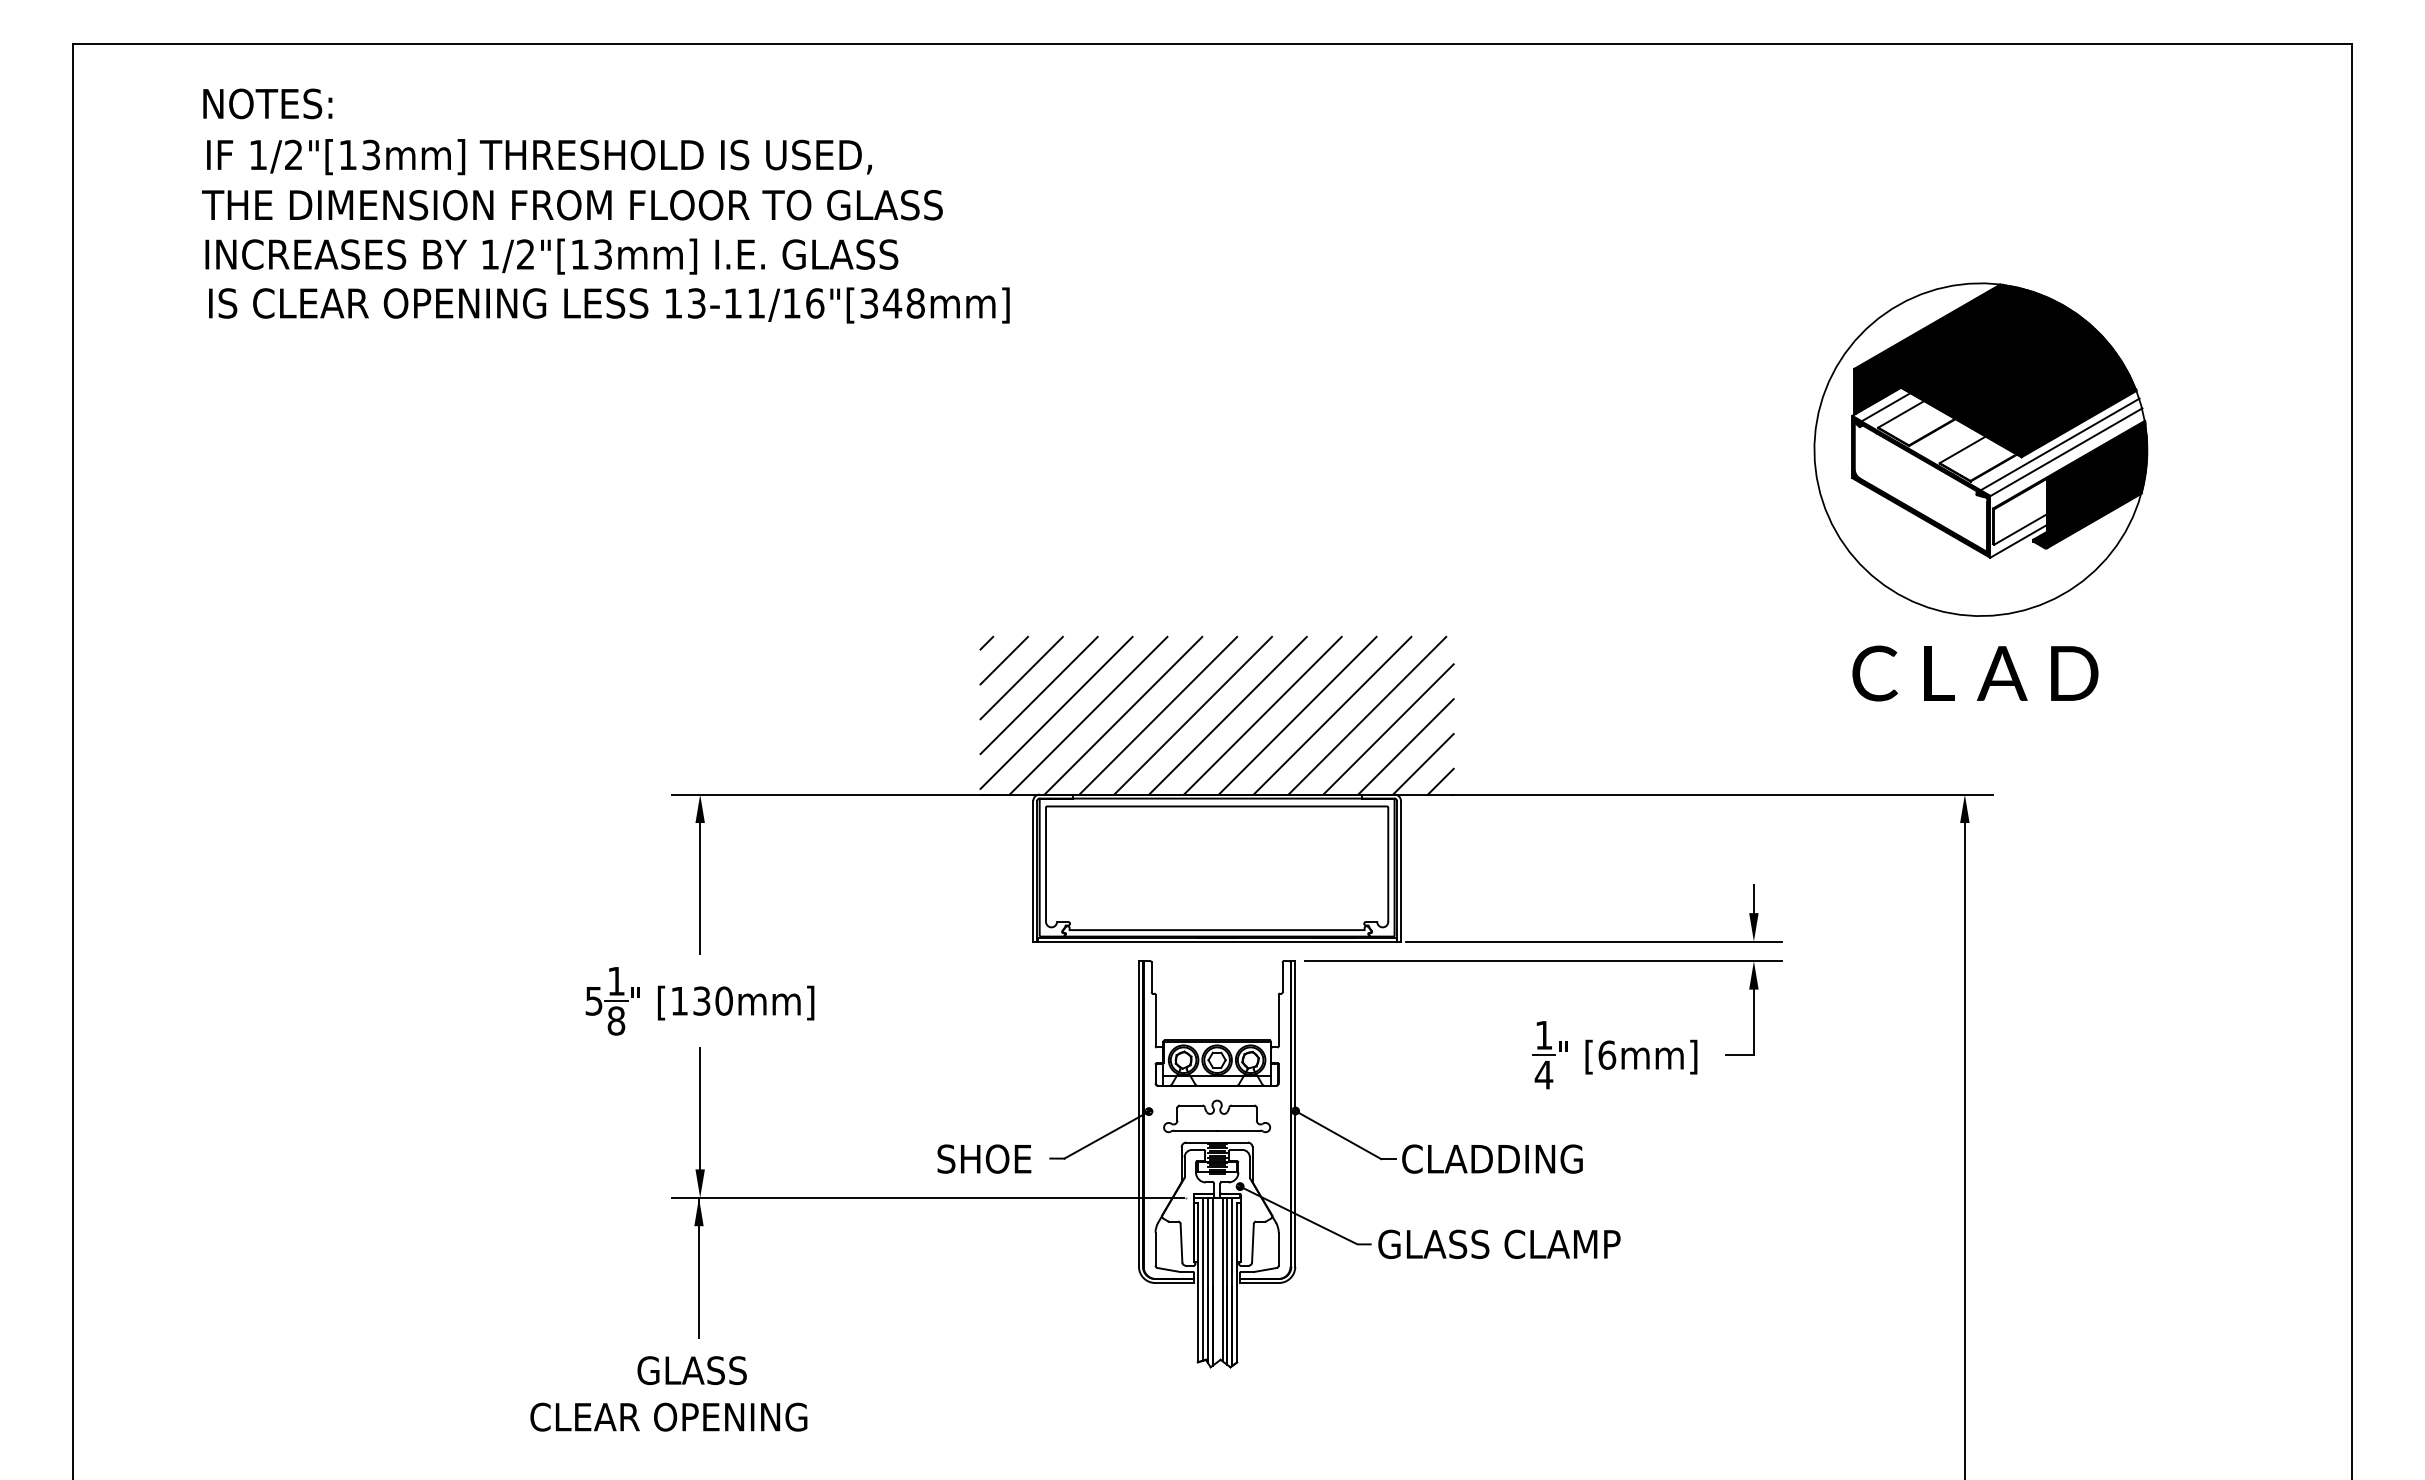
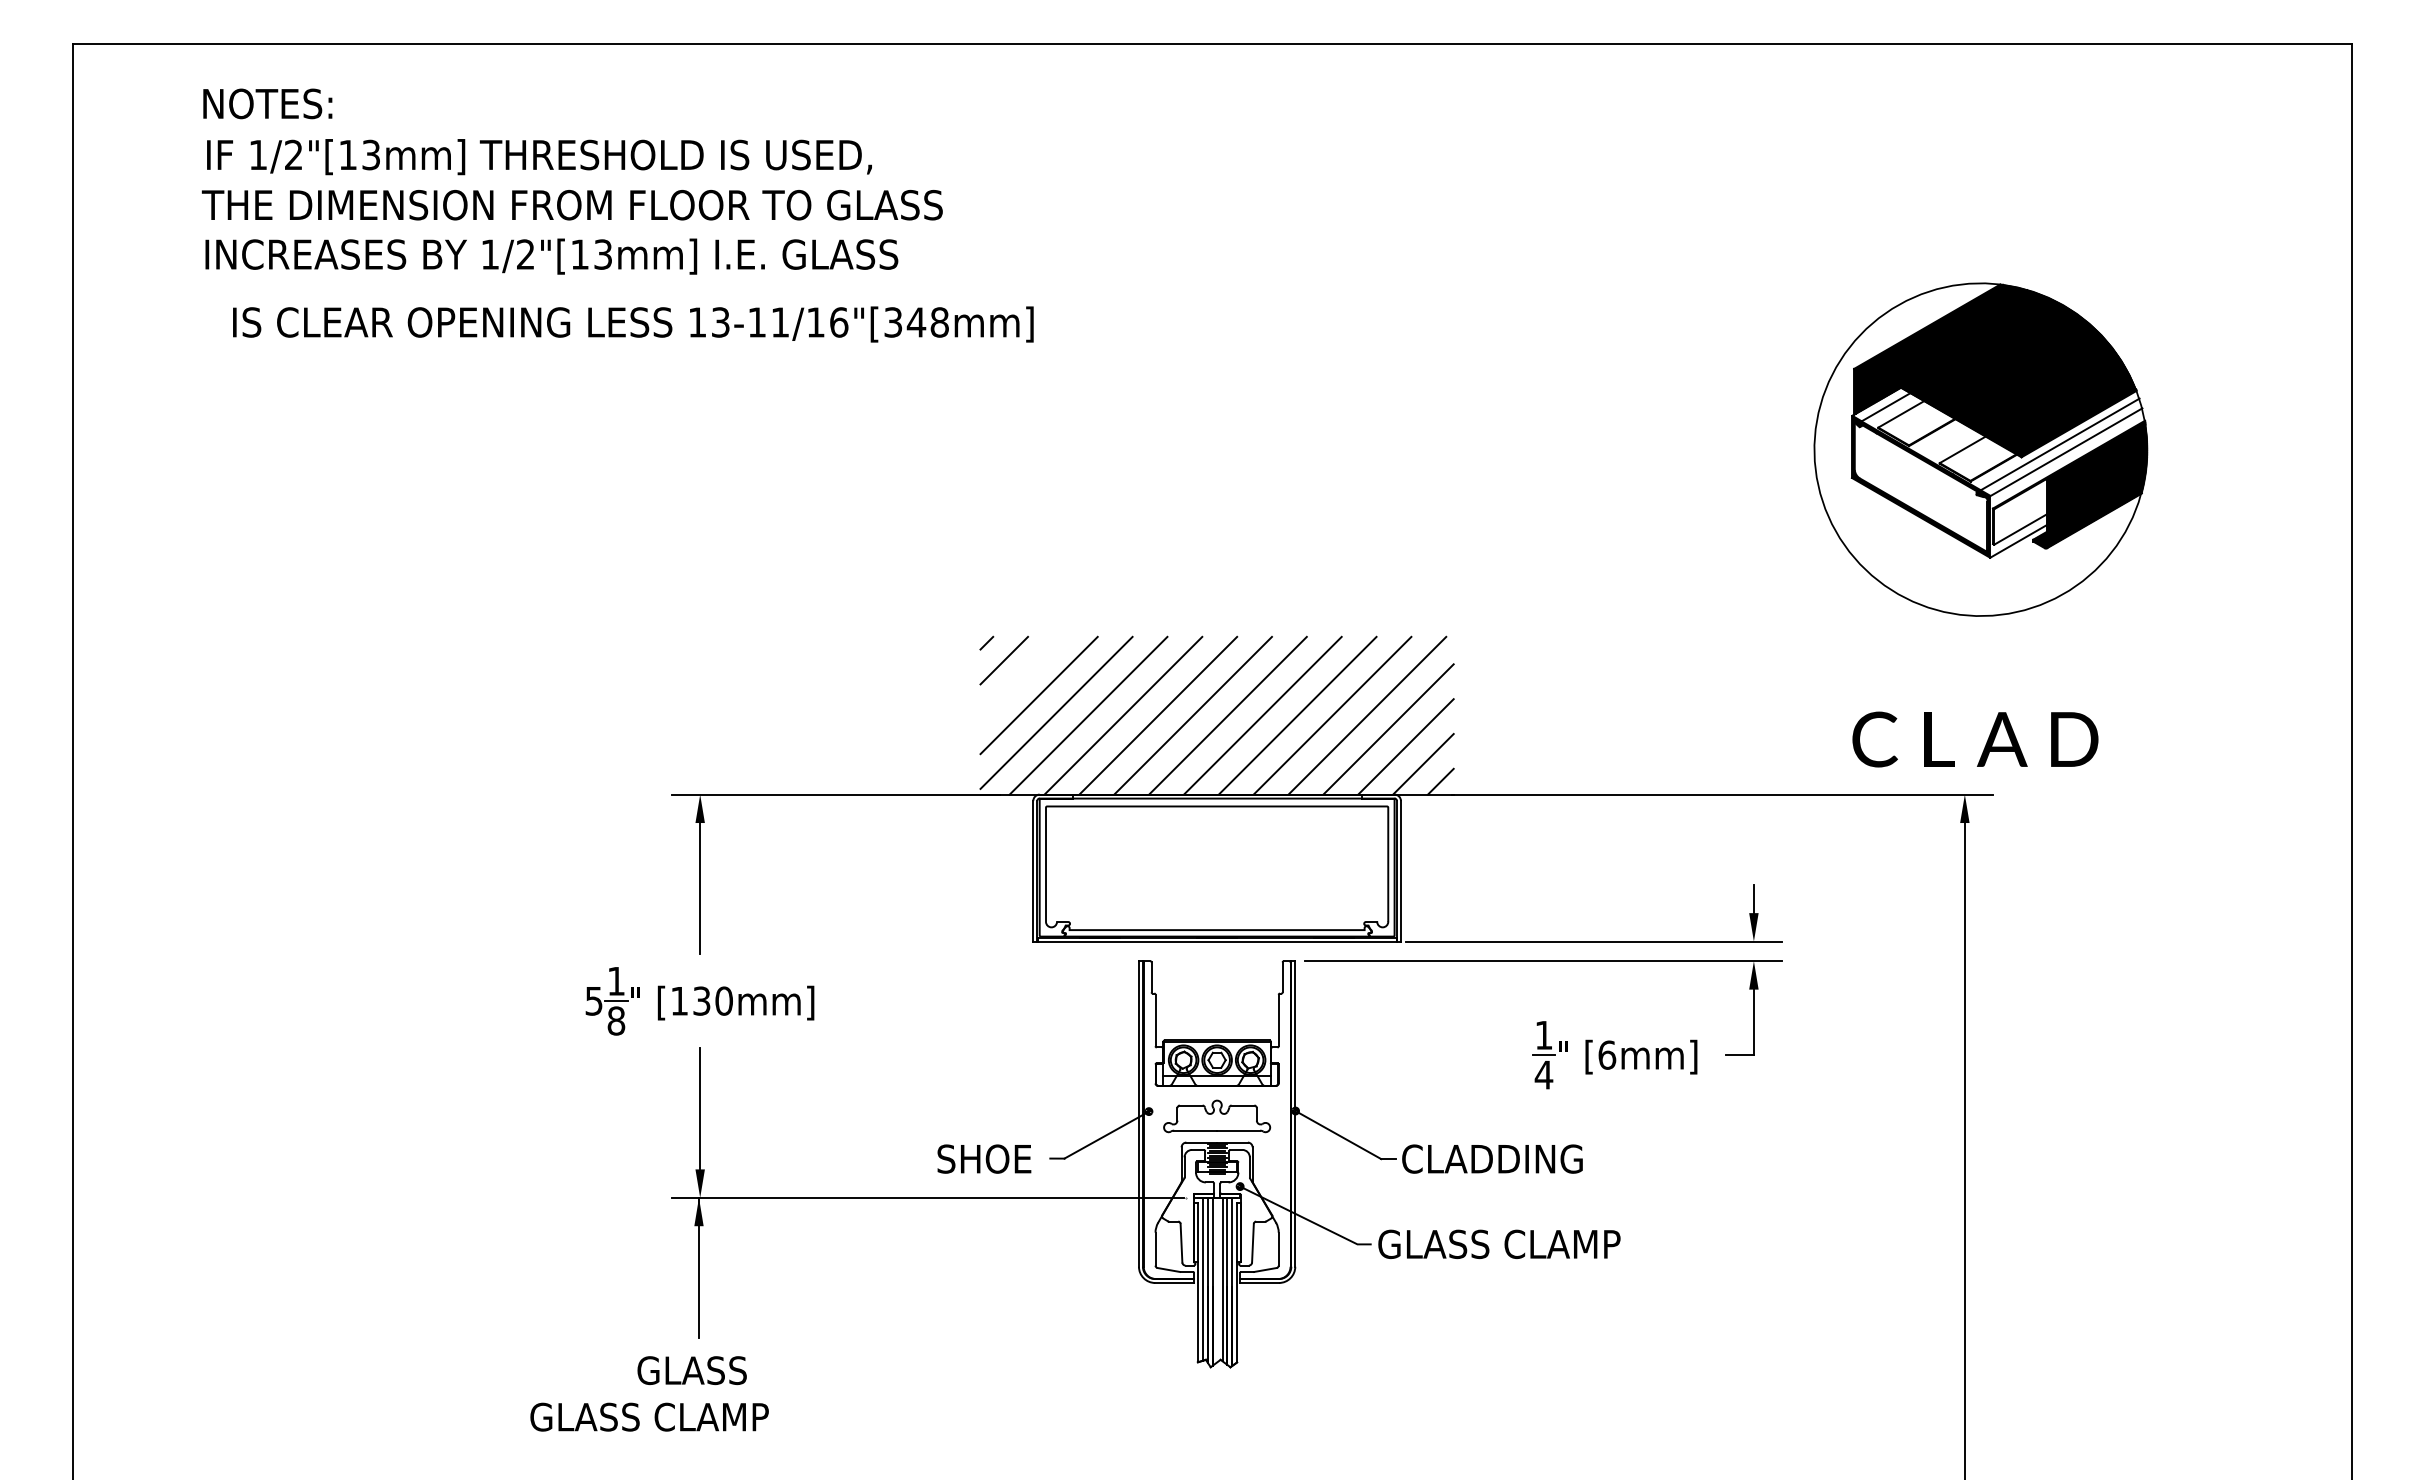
text at (609, 305) position: (609, 305) -> (633, 324)
text at (1975, 673) position: (1975, 673) -> (1975, 739)
line at (1021, 677): present -> none
text at (675, 1416): CLEAR OPENING -> GLASS CLAMP
